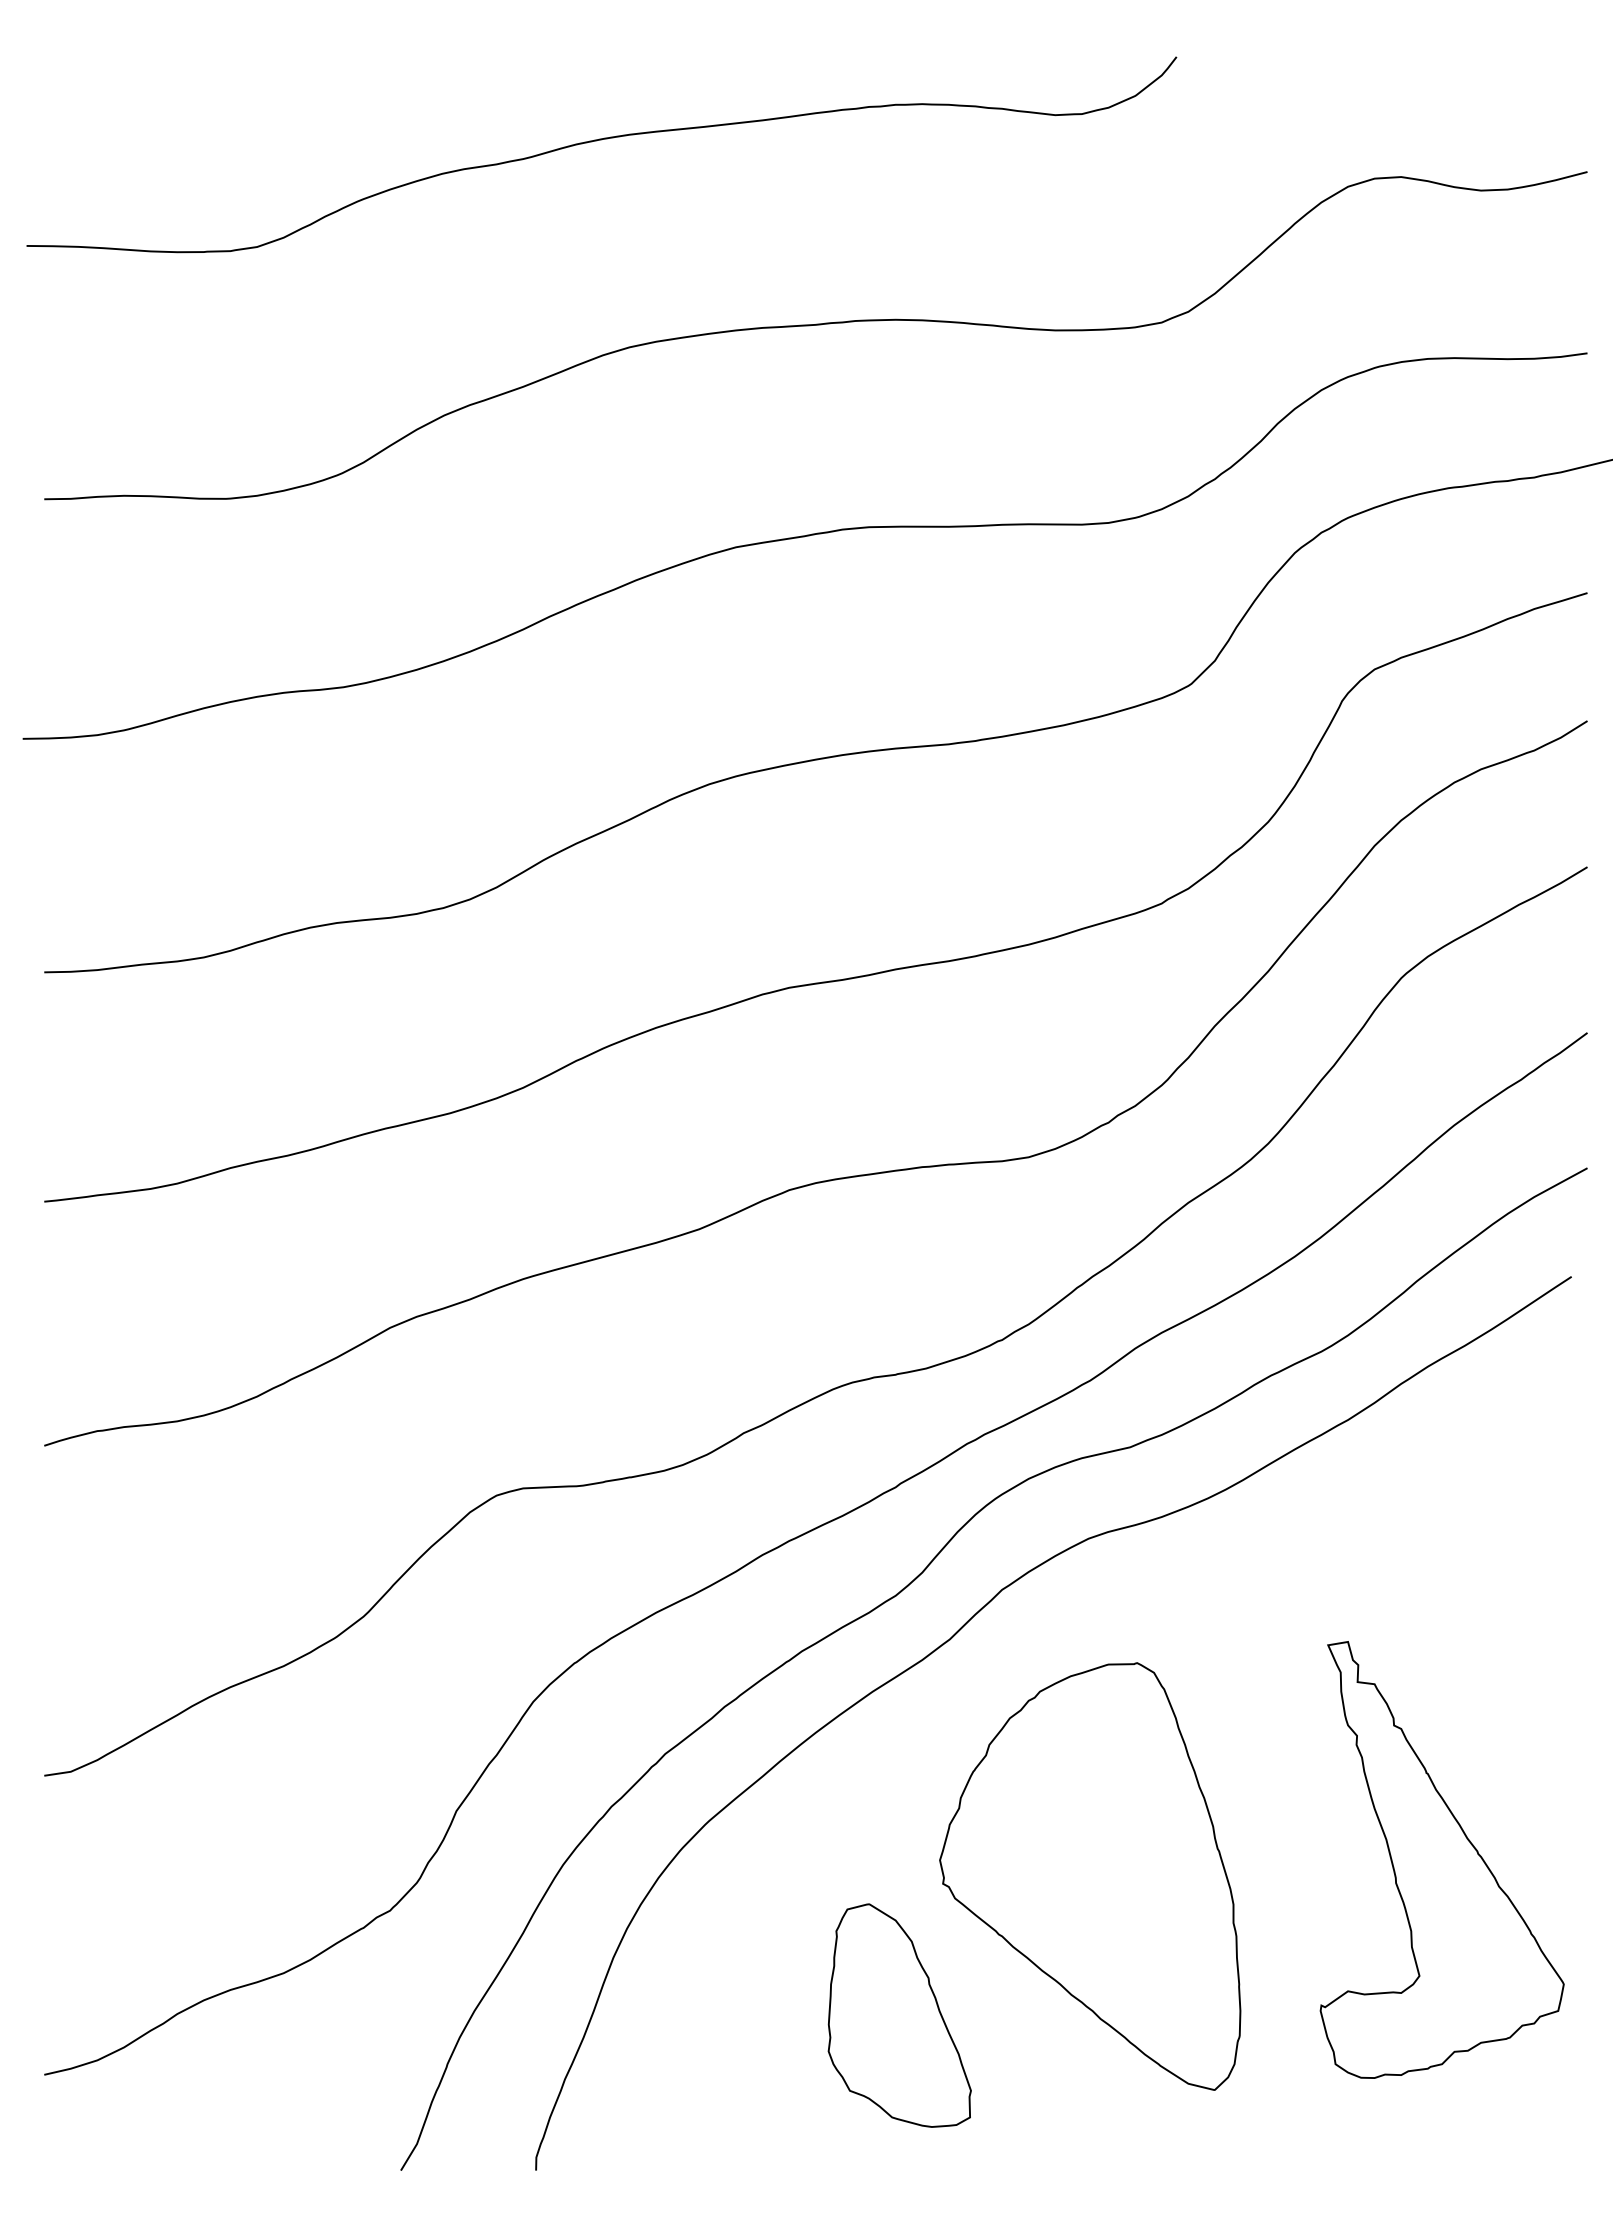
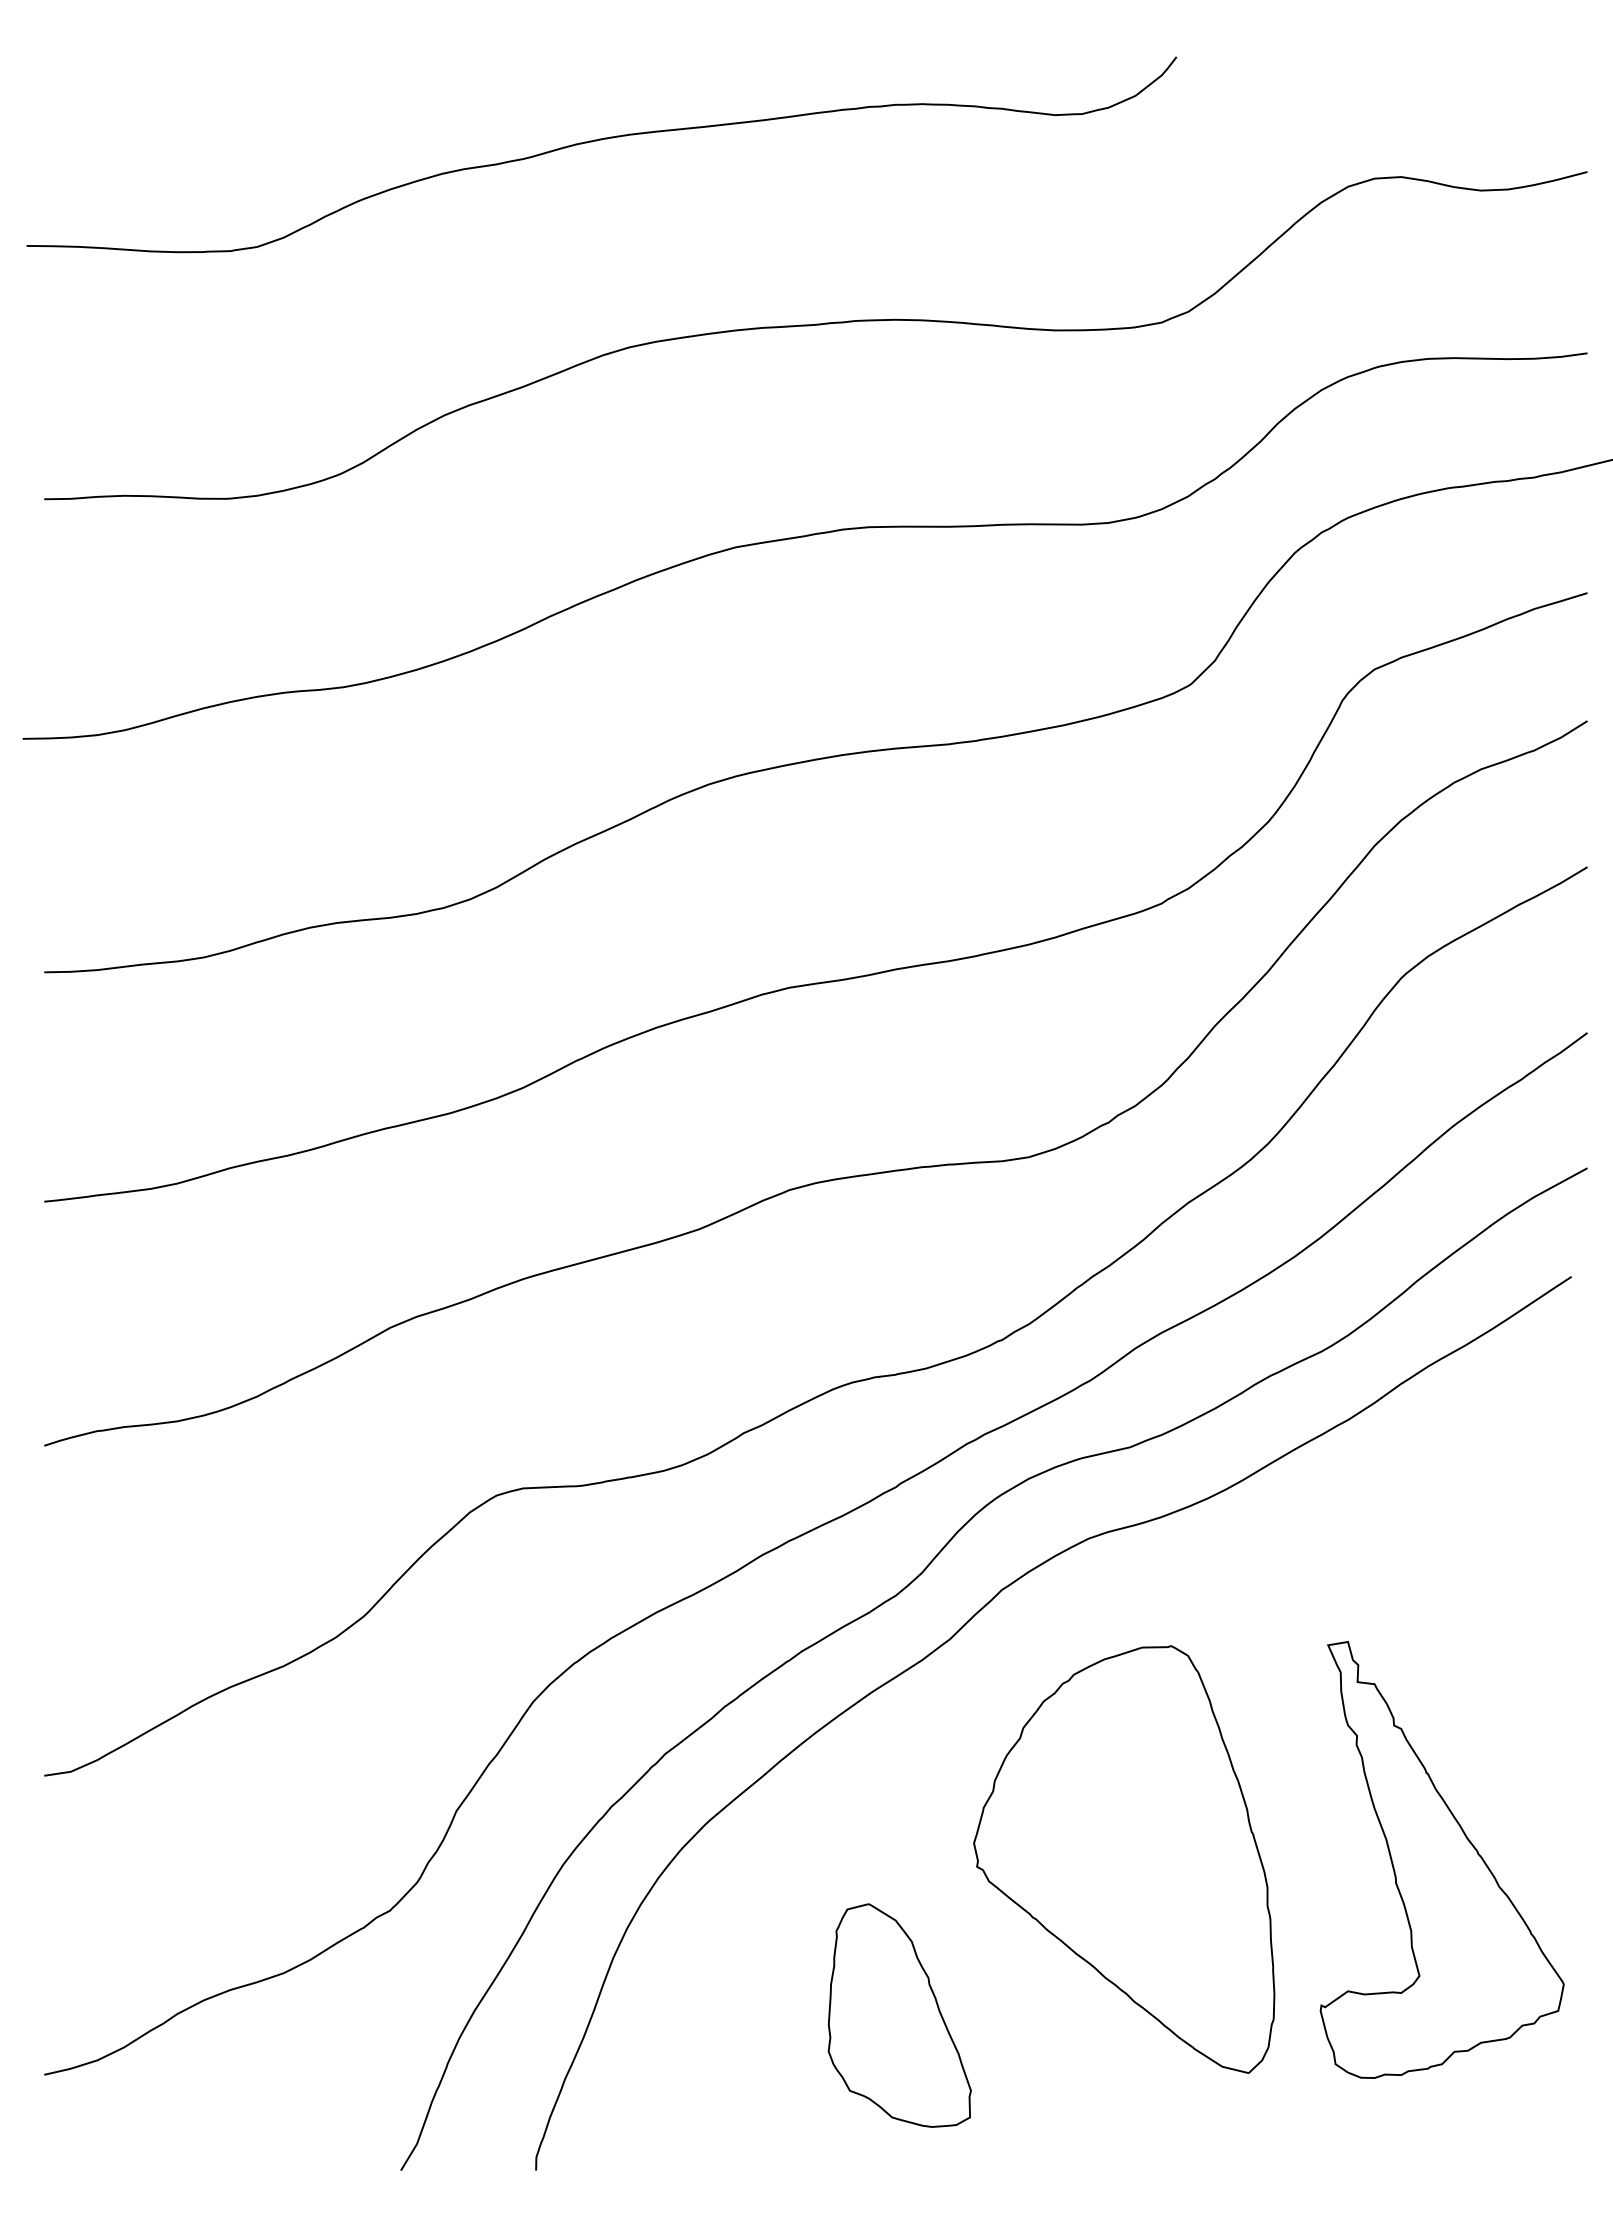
part at (1090, 1876) position: (1090, 1876) -> (1124, 1859)
